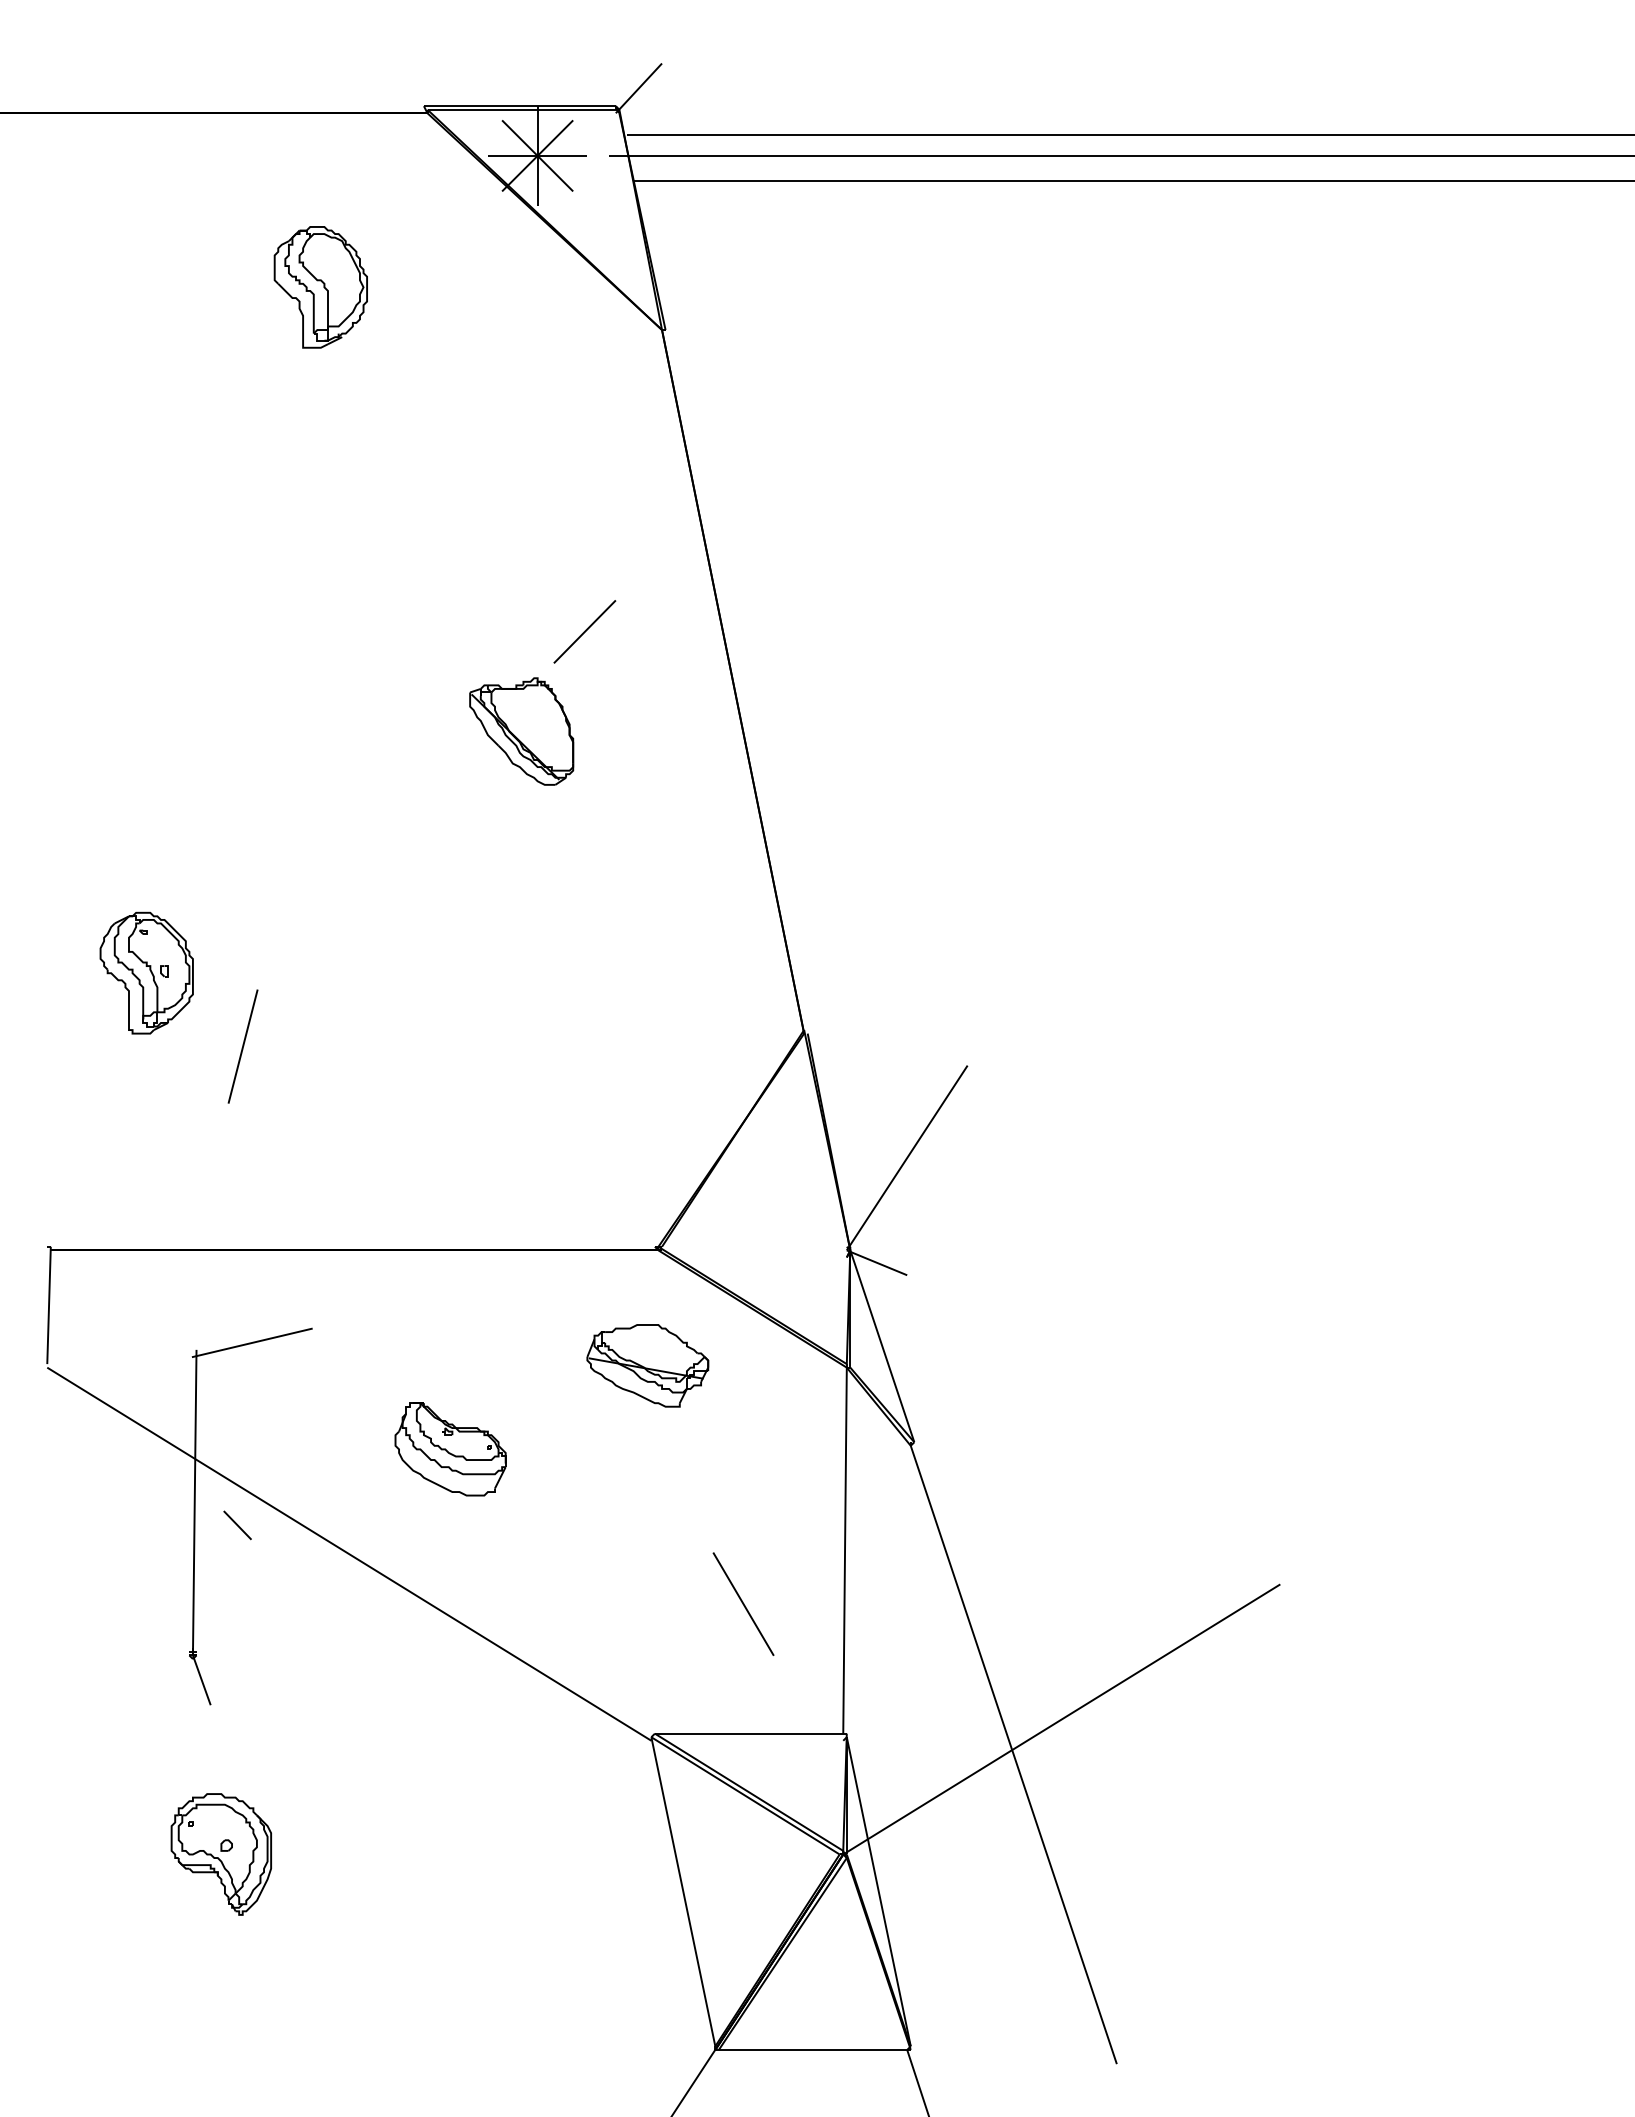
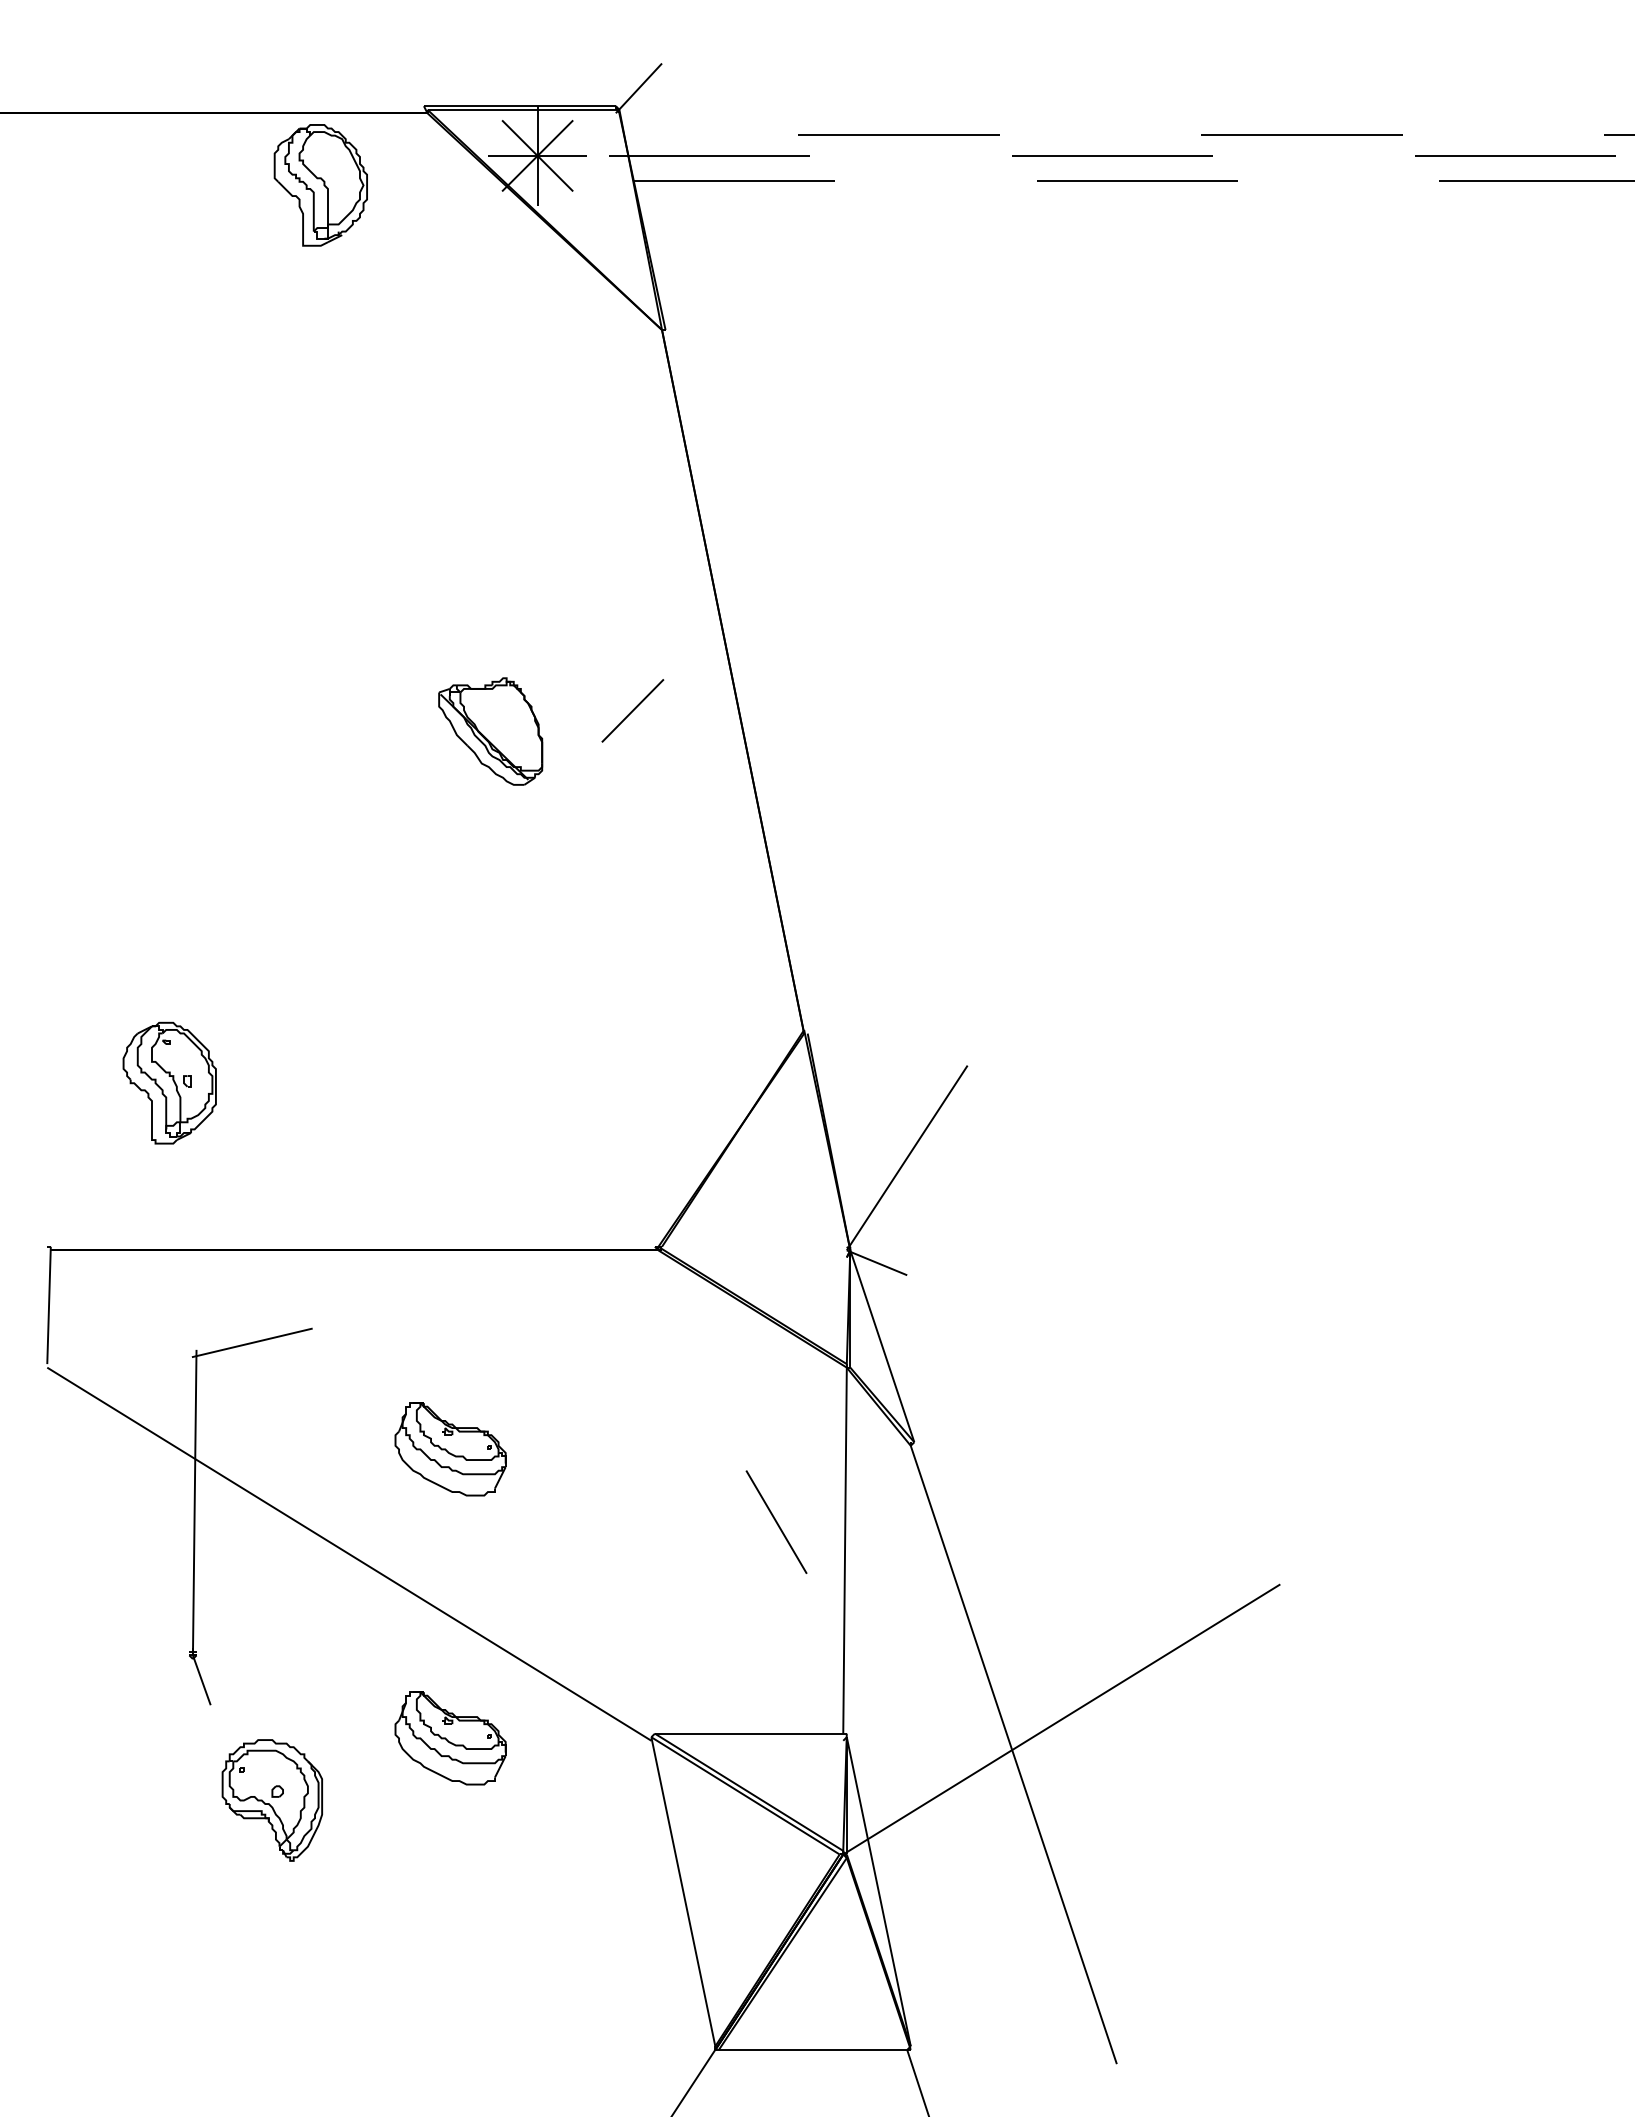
line at (1130, 134): solid -> dashed
line at (1121, 155): solid -> dashed
line at (1134, 180): solid -> dashed
part at (320, 287) position: (320, 287) -> (320, 185)
line at (584, 631) position: (584, 631) -> (632, 710)
part at (521, 731) position: (521, 731) -> (490, 731)
part at (146, 972) position: (146, 972) -> (169, 1082)
line at (242, 1046): present -> none
part at (647, 1365): present -> none
line at (237, 1525): present -> none
line at (743, 1603) position: (743, 1603) -> (776, 1521)
part at (450, 1738): none -> present
part at (220, 1854) position: (220, 1854) -> (271, 1800)
